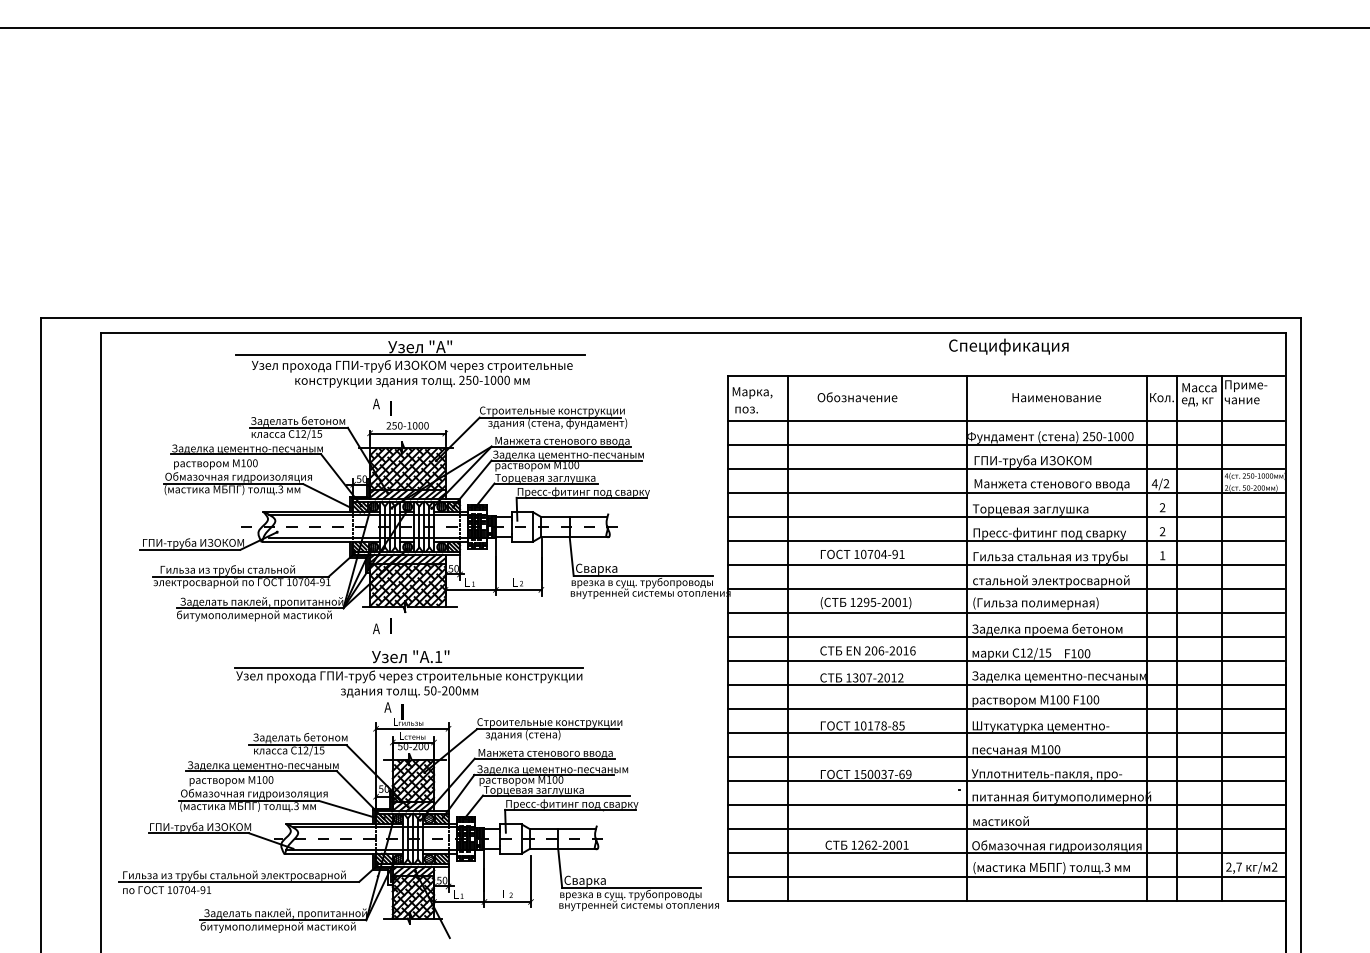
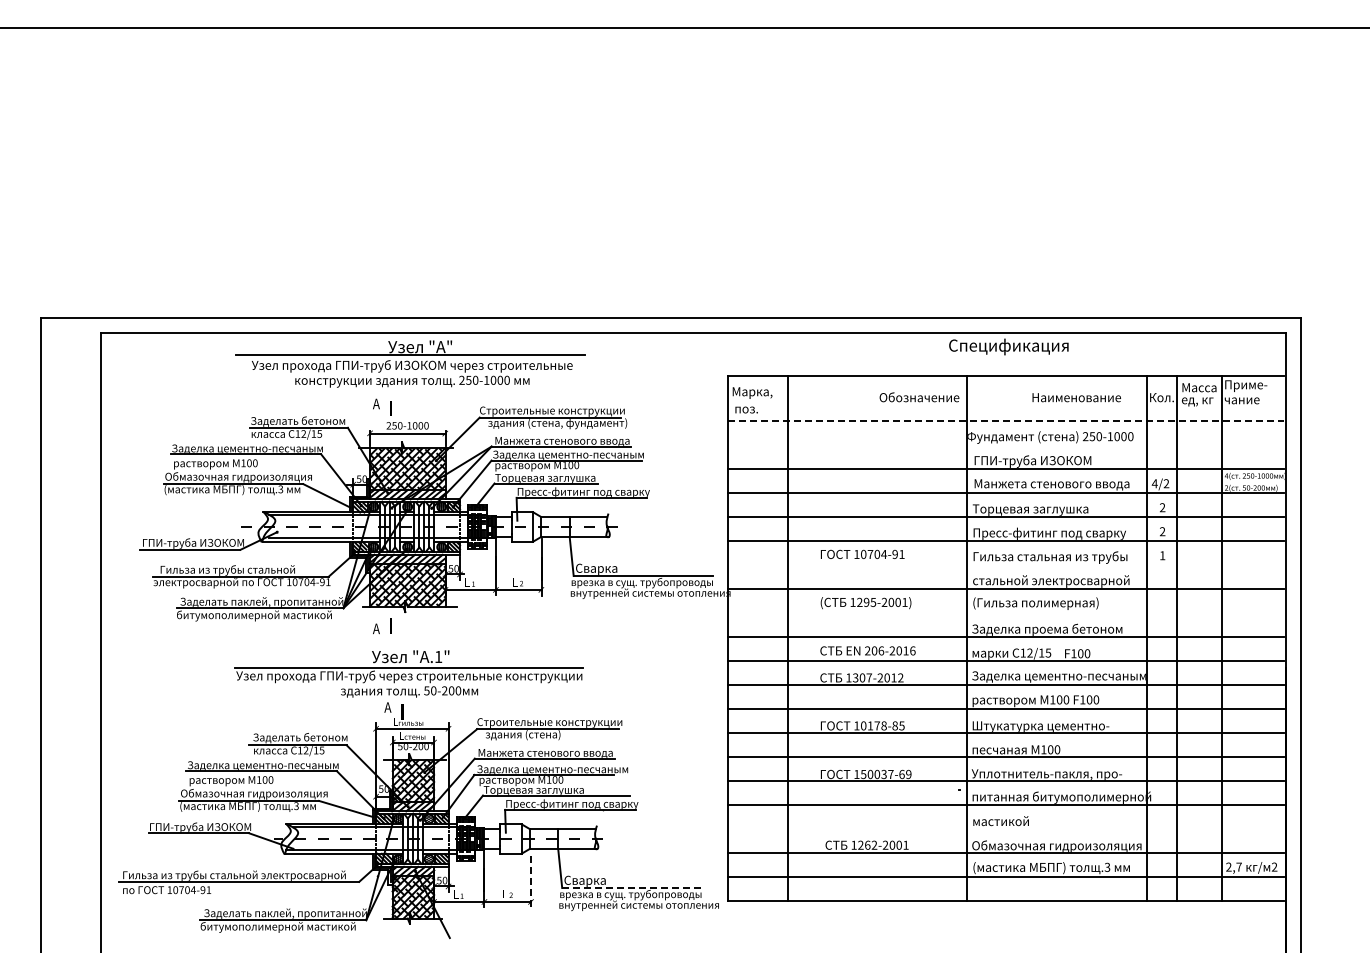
text at (857, 397) position: (857, 397) -> (919, 397)
text at (1056, 397) position: (1056, 397) -> (1076, 397)
line at (1006, 420): solid -> dashed
line at (1005, 444): present -> none
line at (1005, 564): present -> none
line at (1005, 612): present -> none
line at (1005, 828): present -> none
line at (531, 881): solid -> dashed
line at (631, 888): solid -> dashed
